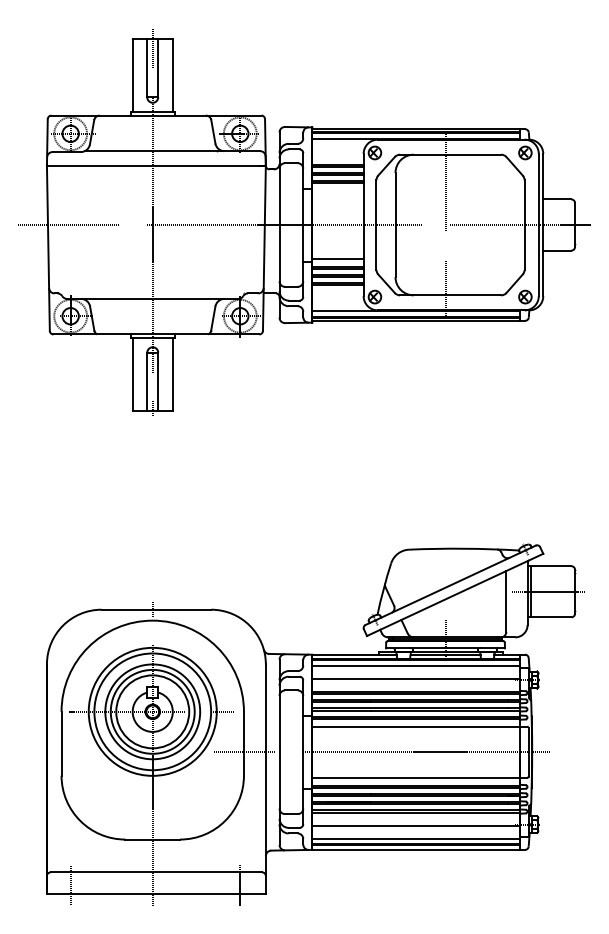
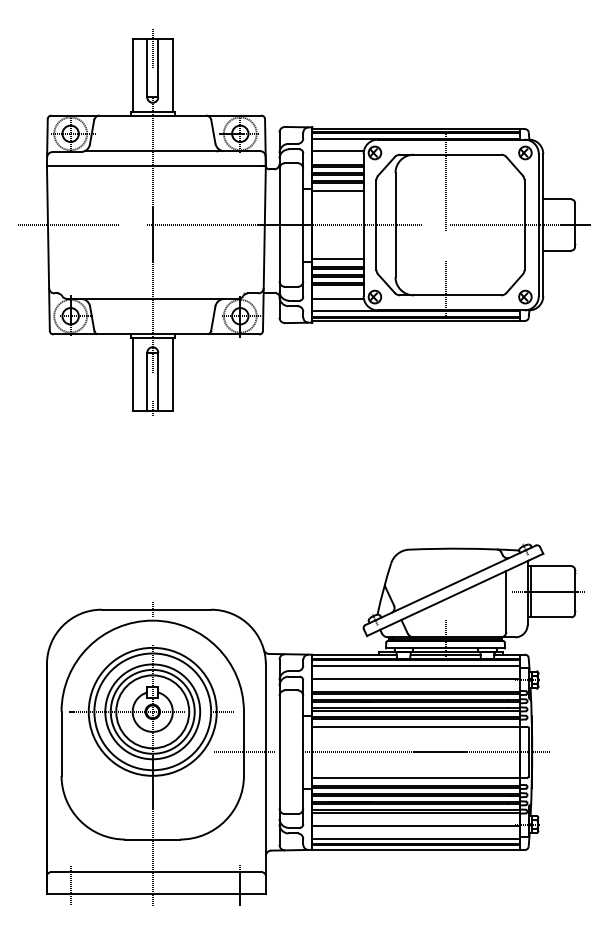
line at (337, 151): none -> present
line at (337, 190): none -> present
line at (337, 298): none -> present
